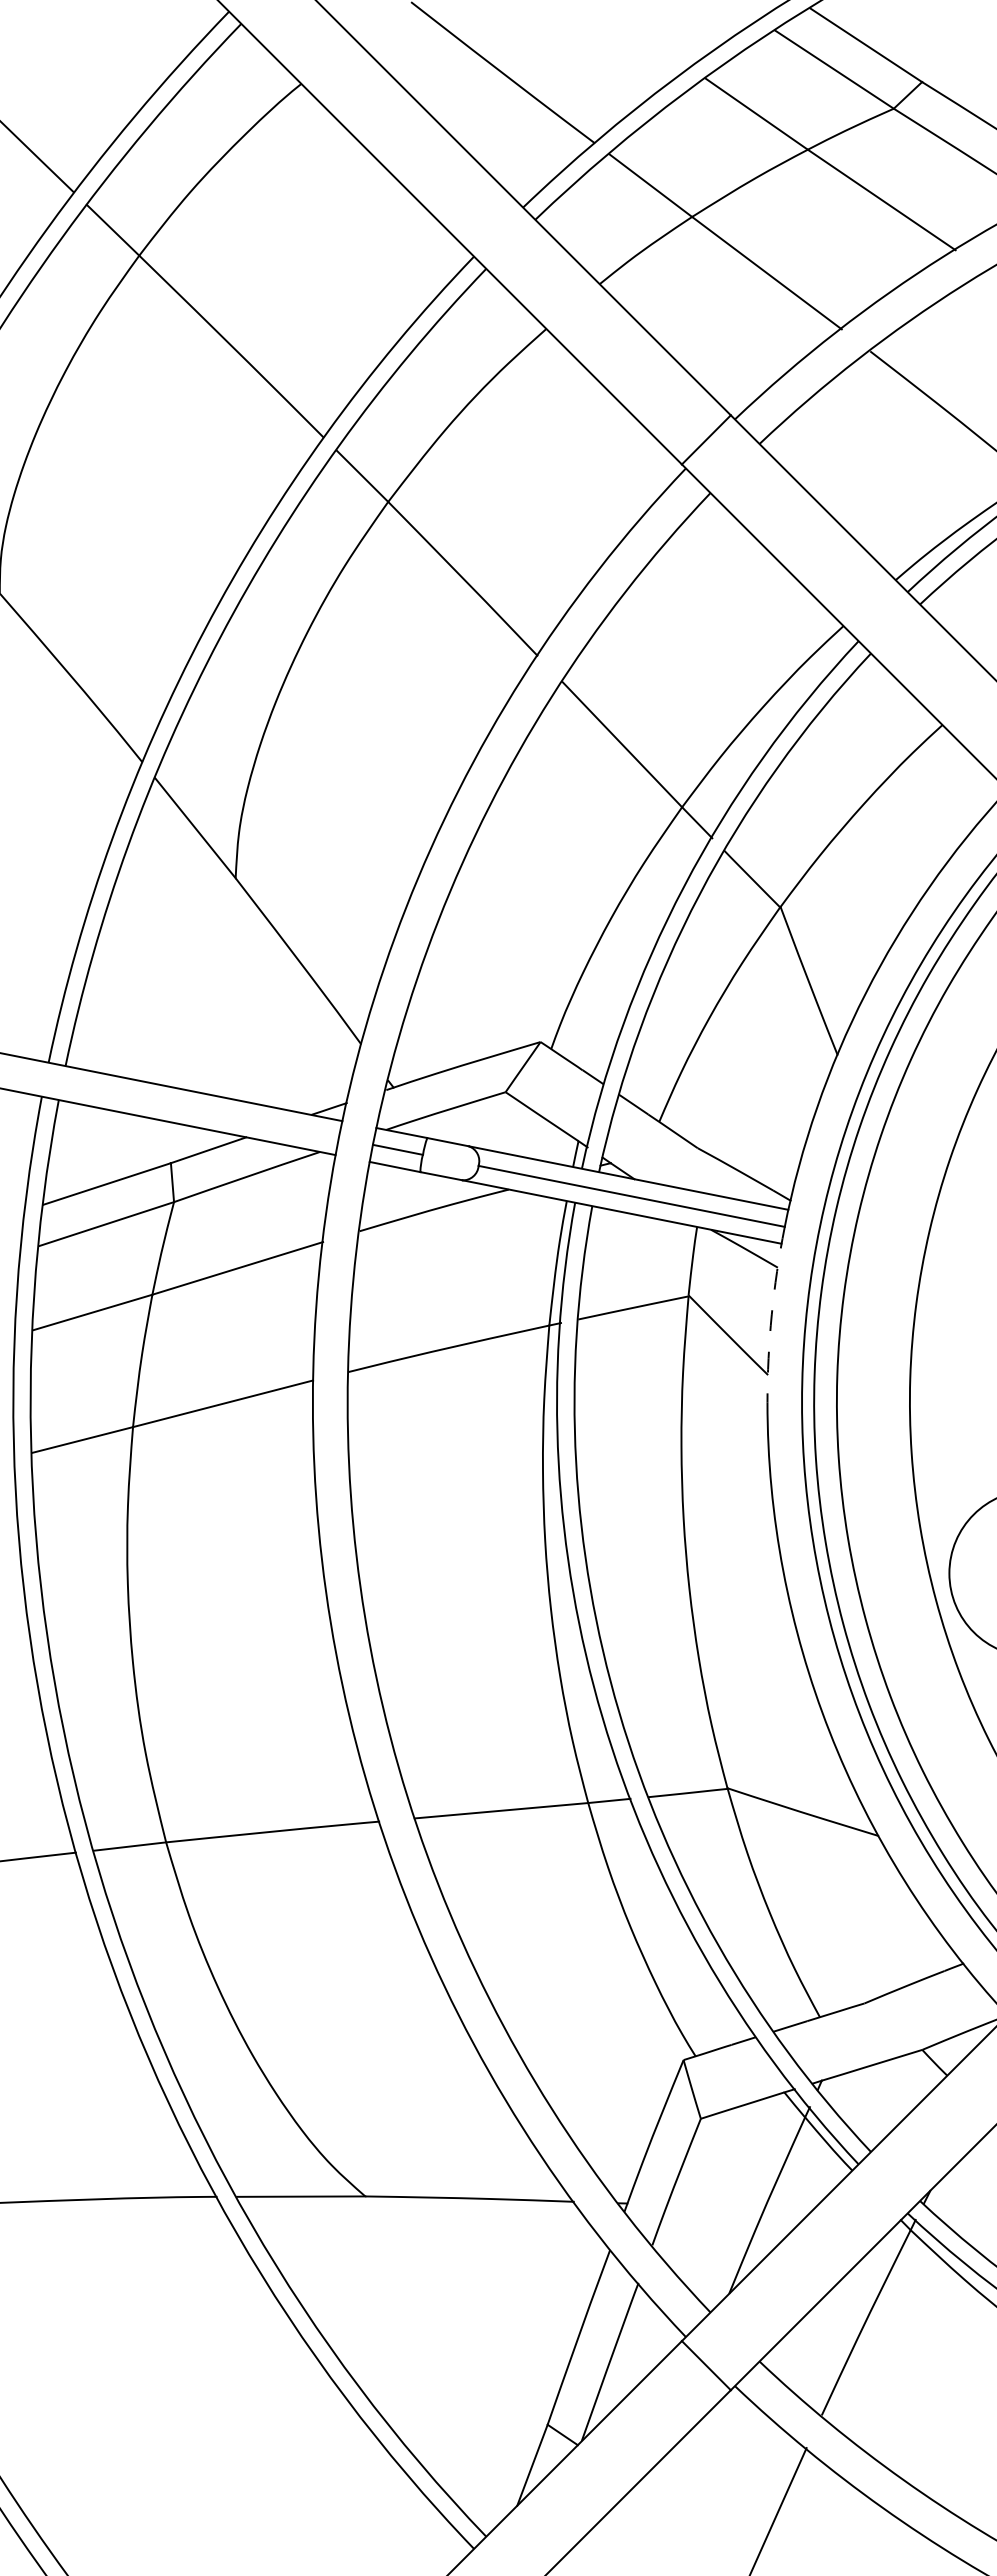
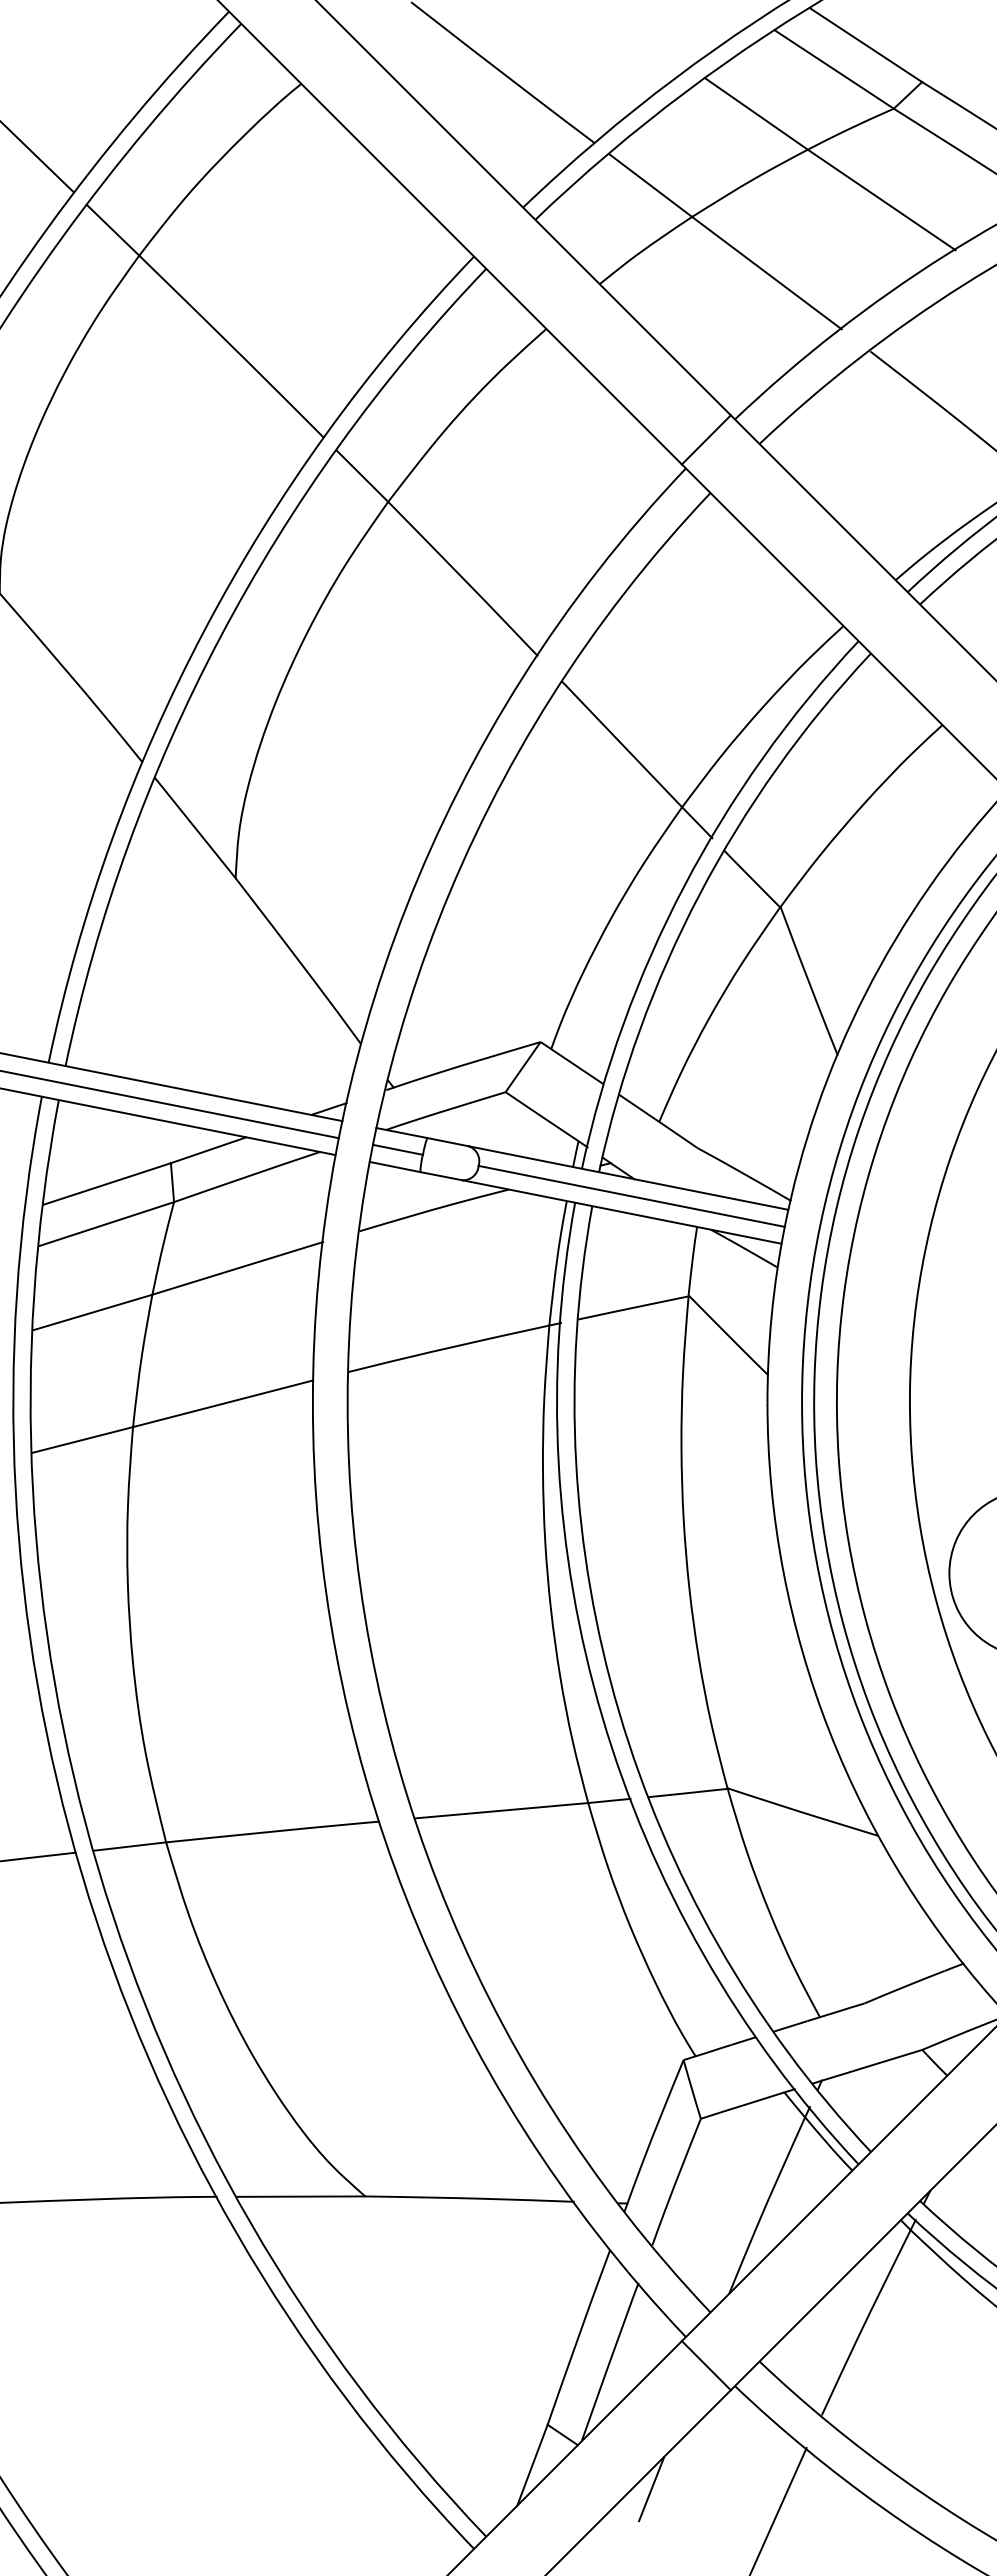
line at (170, 1104): none -> present
arc at (771, 1314): dashed -> solid
line at (651, 2489): none -> present
